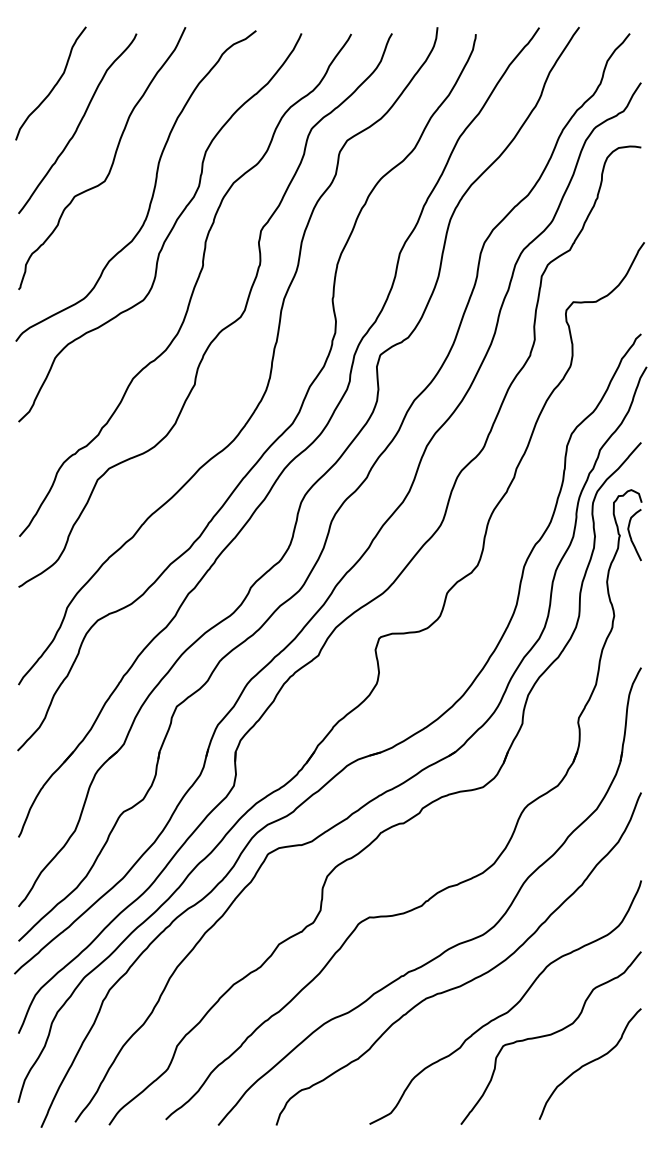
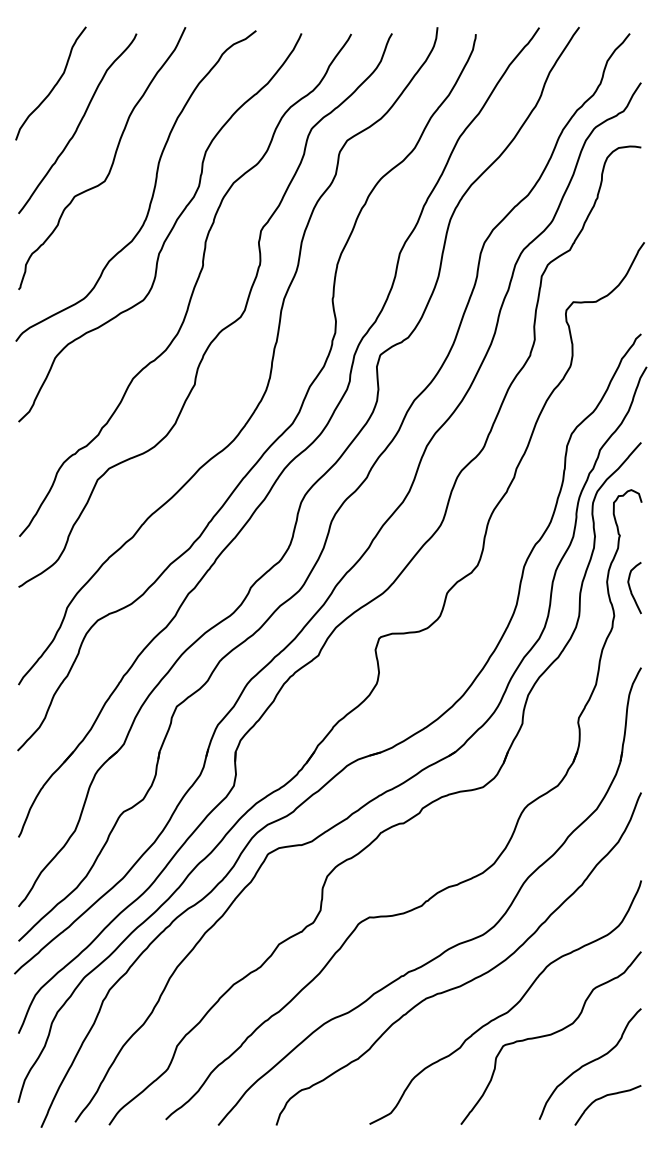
curve at (631, 536) position: (631, 536) -> (631, 589)
curve at (604, 1097): none -> present
